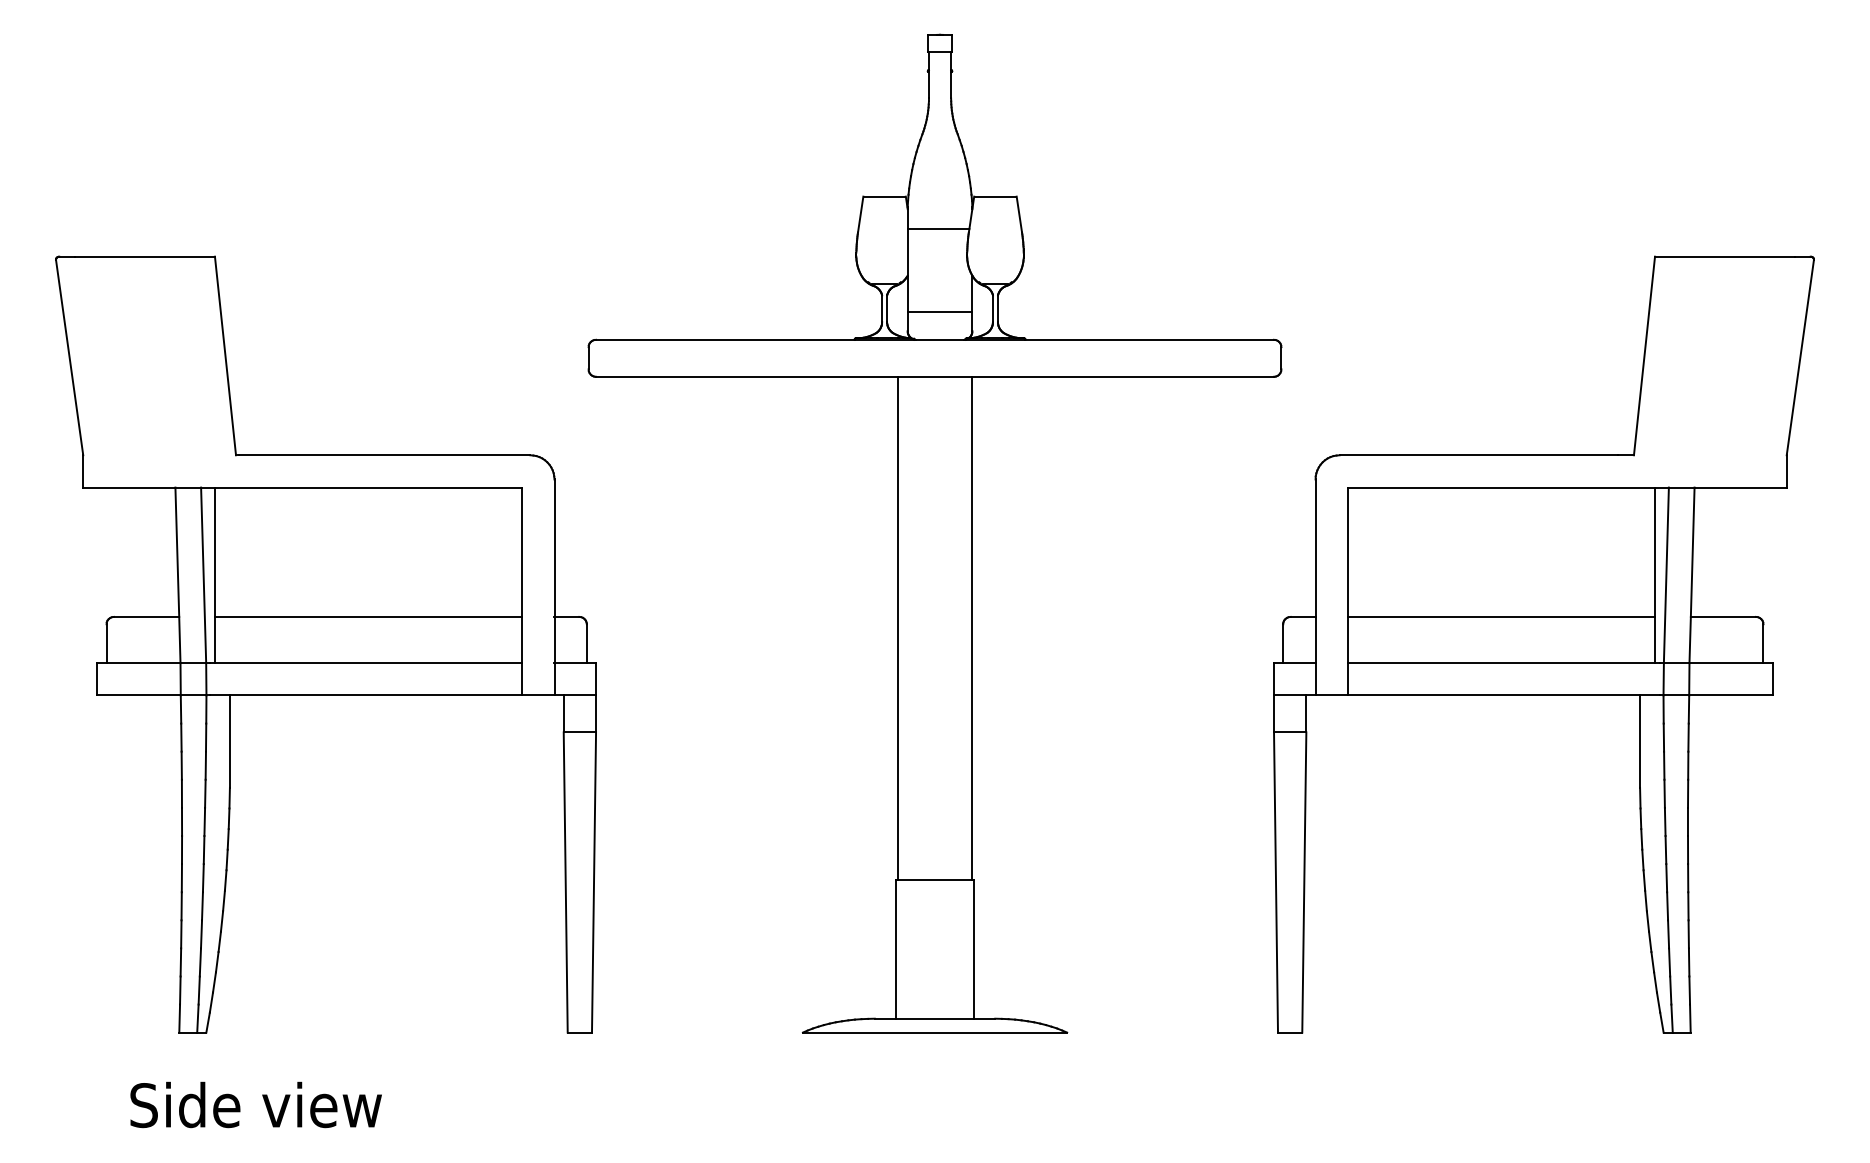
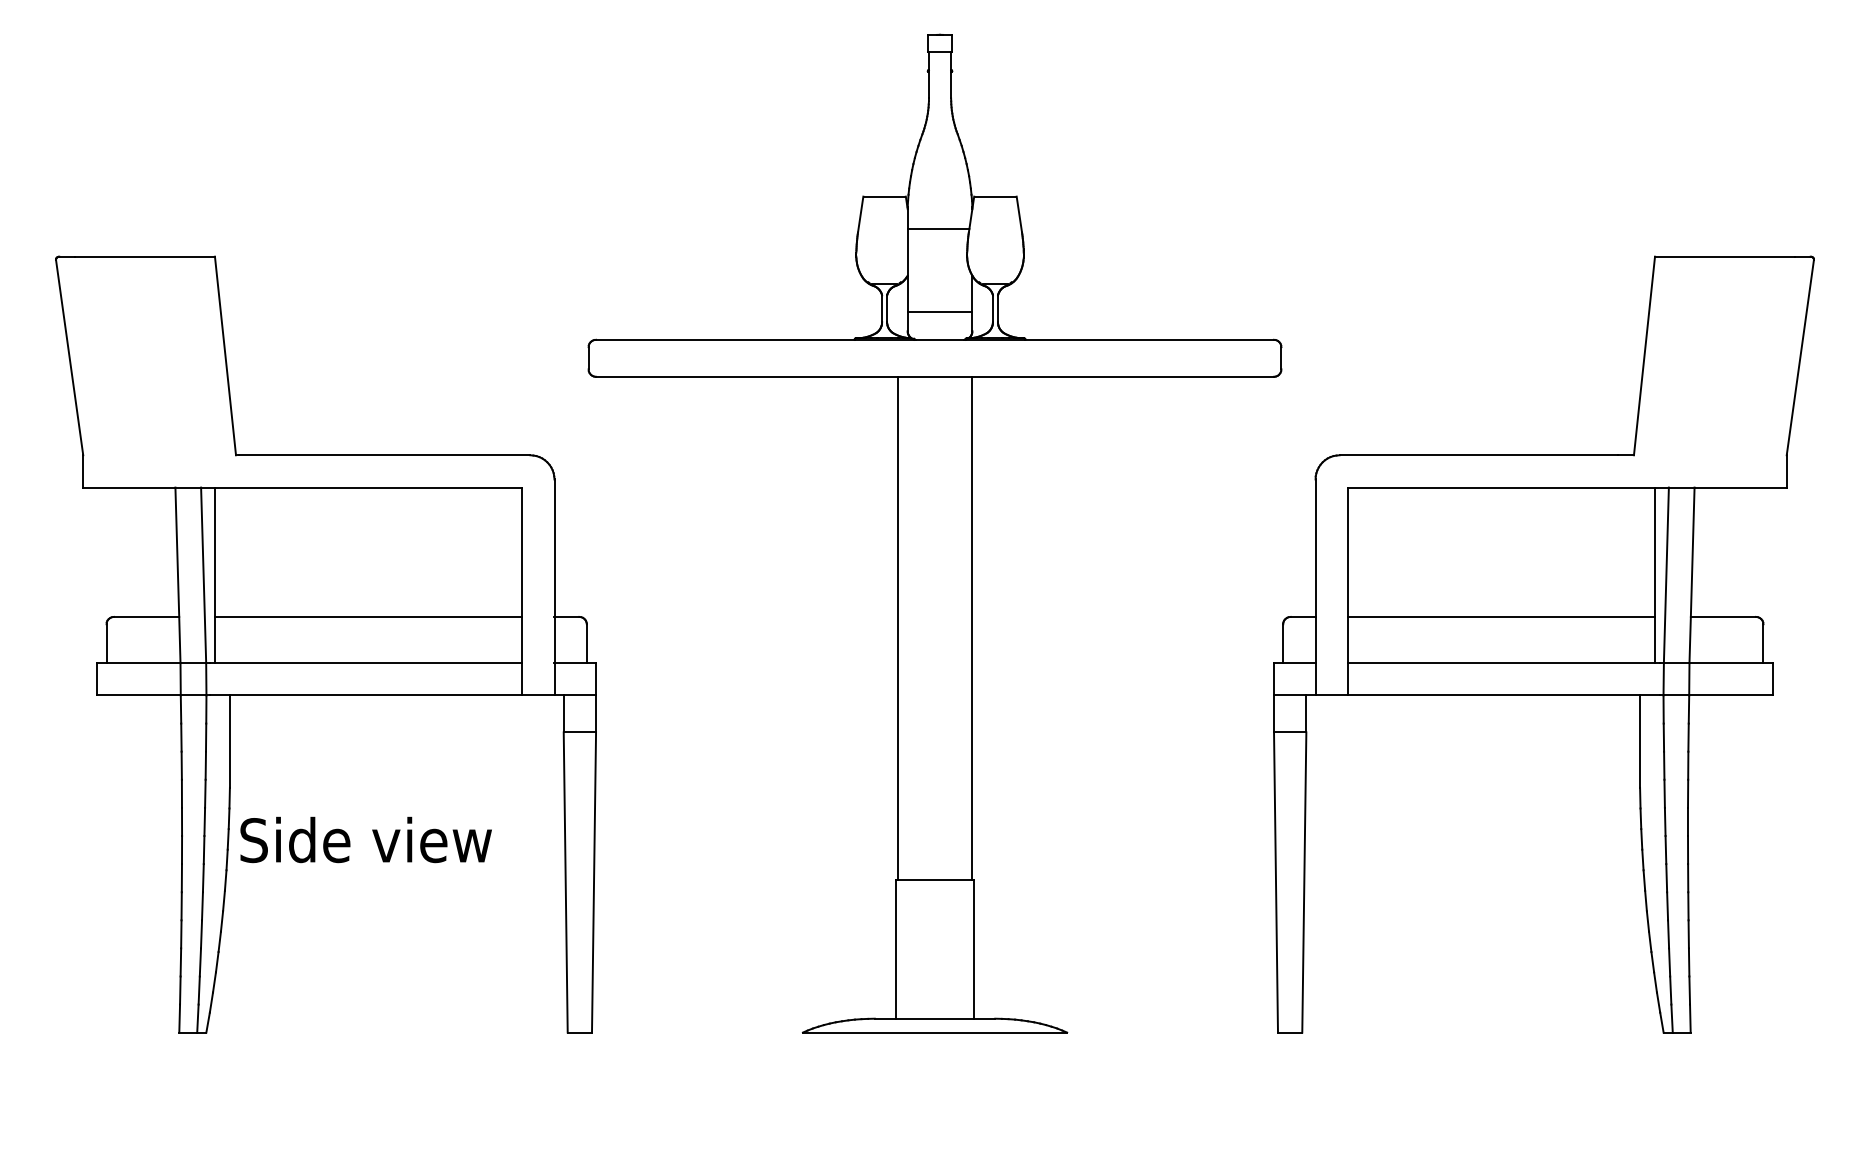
text at (255, 1104) position: (255, 1104) -> (365, 839)
